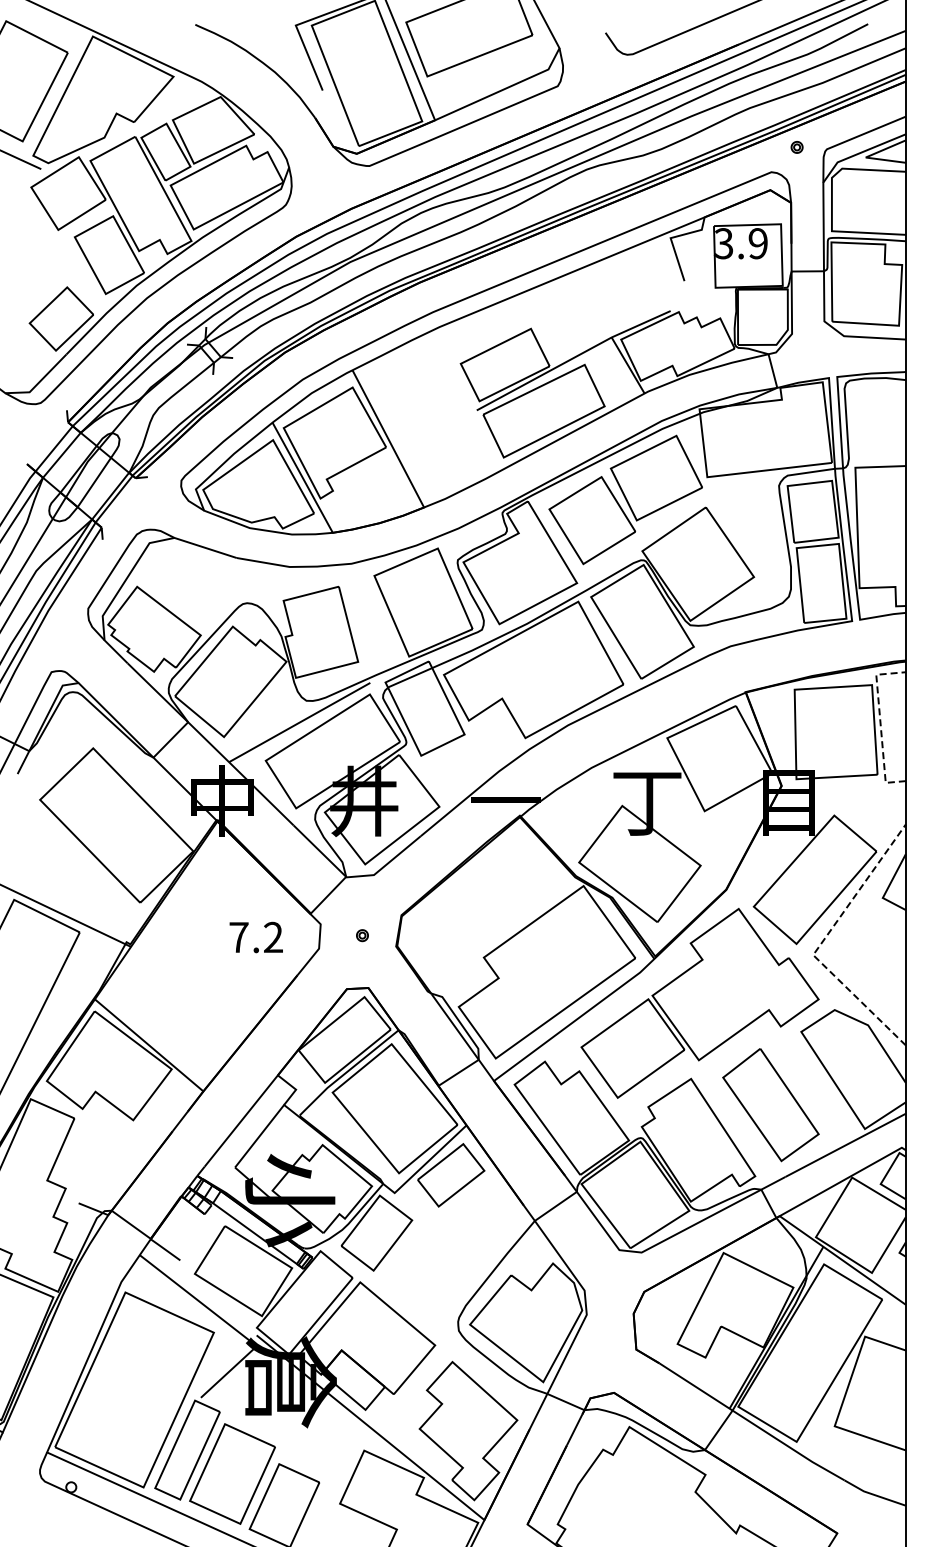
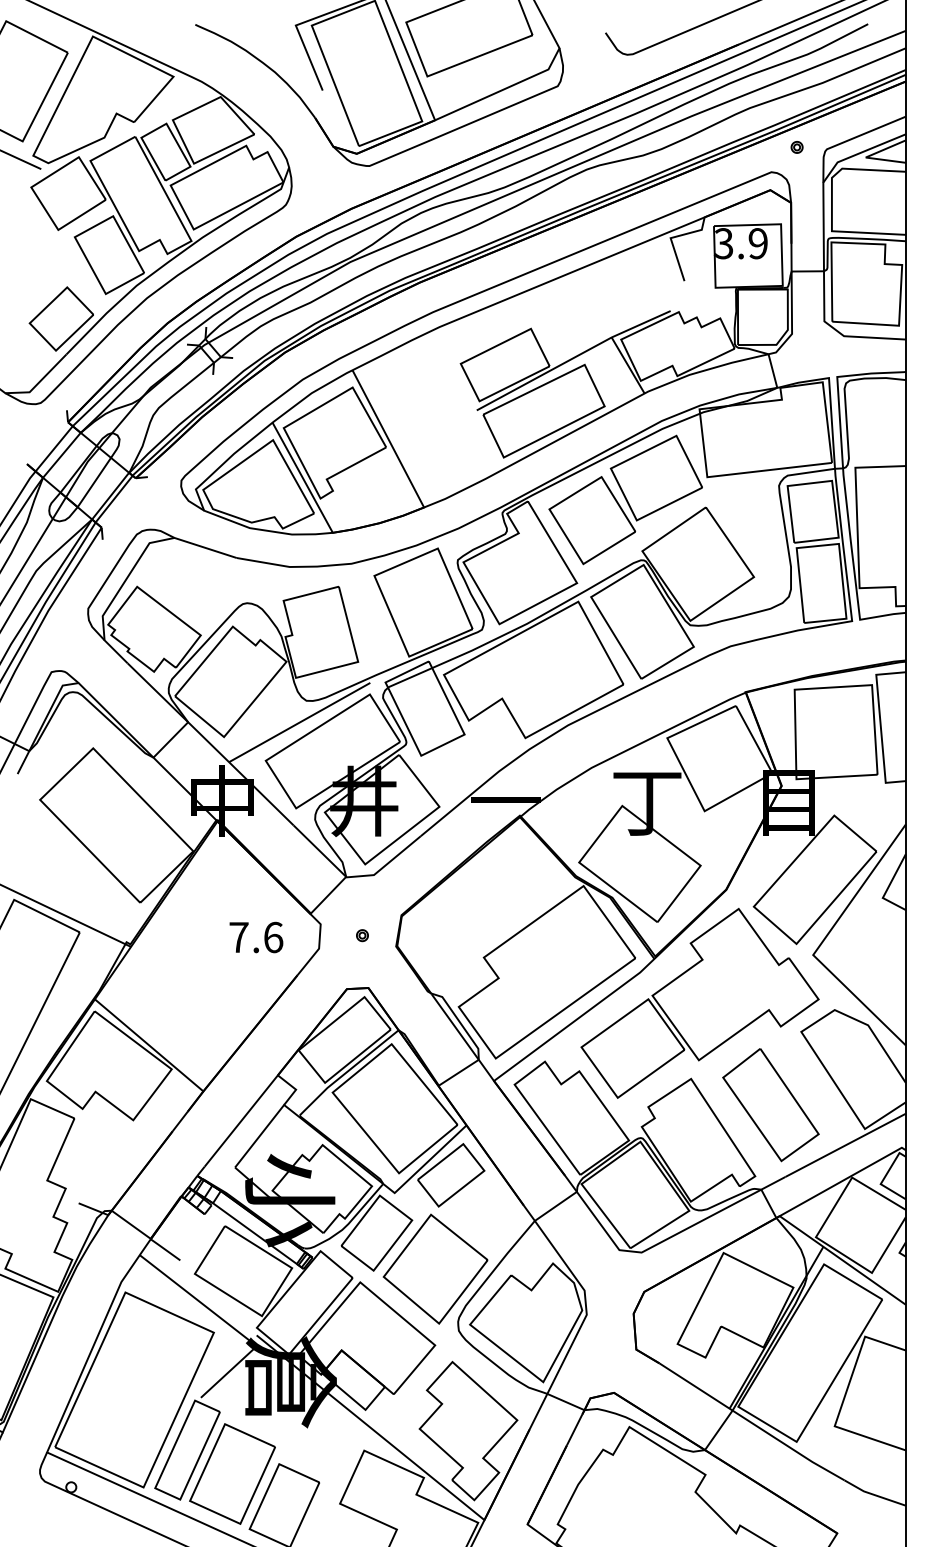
line at (880, 724): dashed -> solid
text at (273, 937): 7.2 -> 7.6
line at (821, 942): dashed -> solid
part at (435, 1268): none -> present
